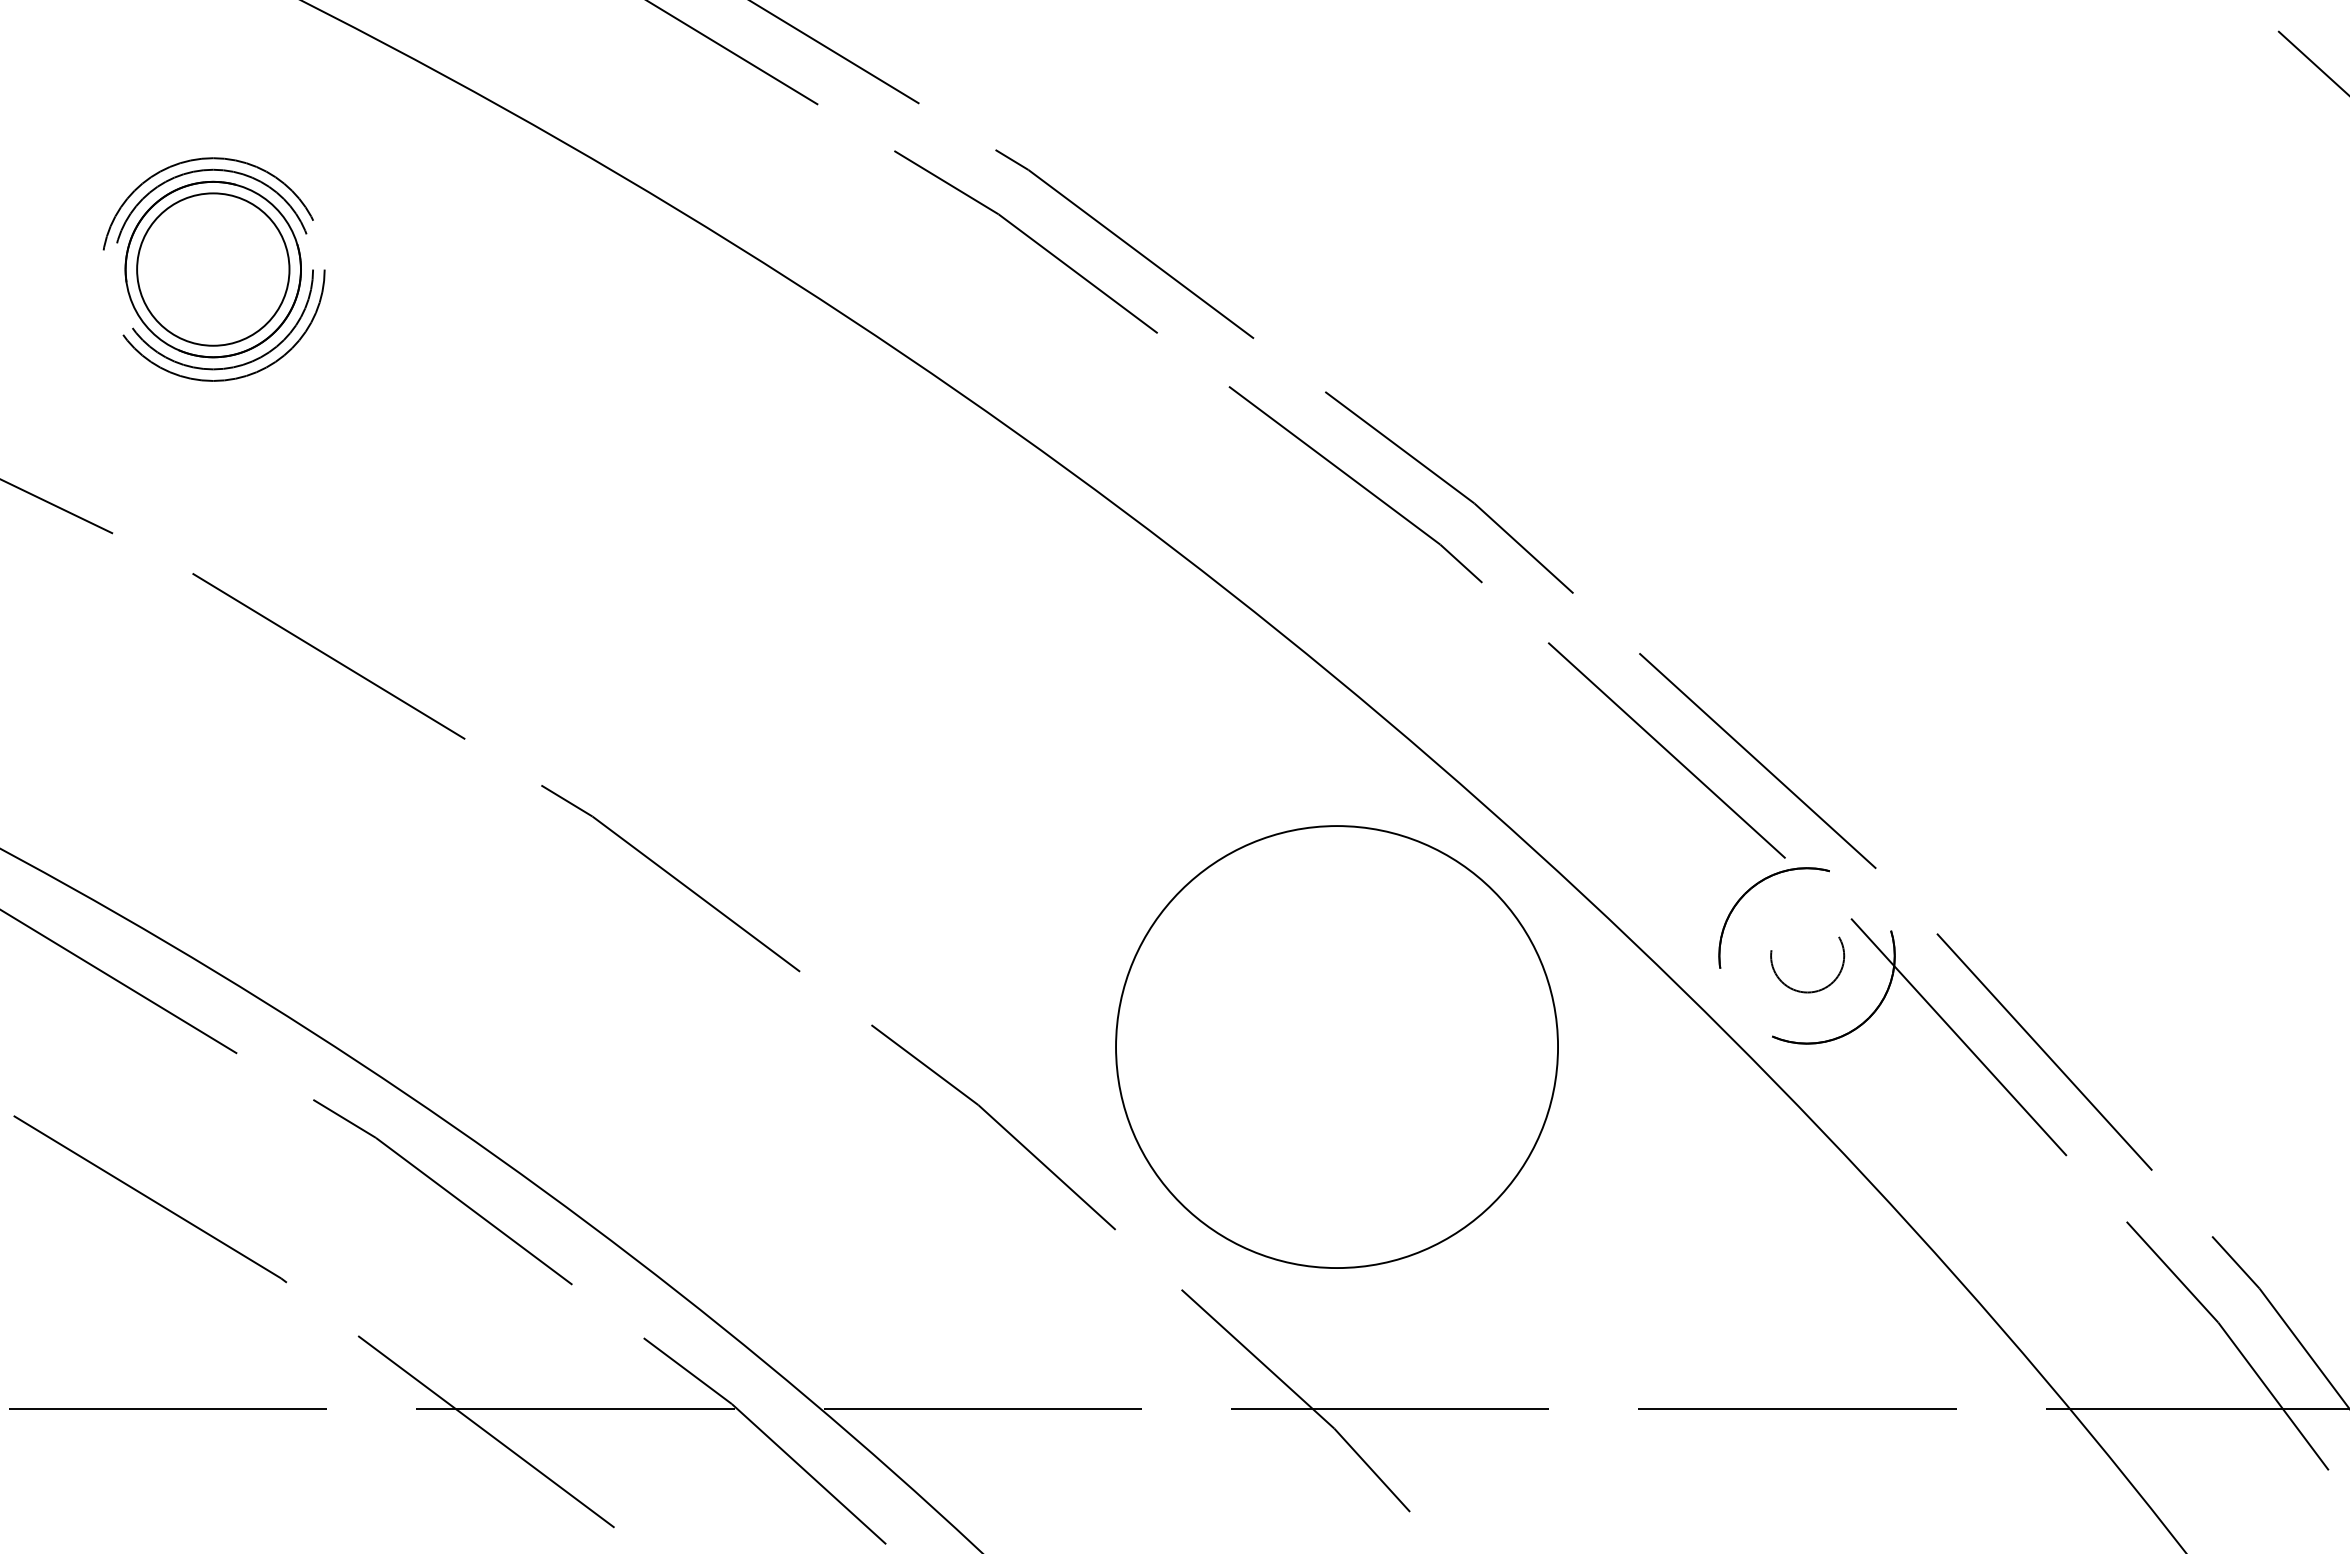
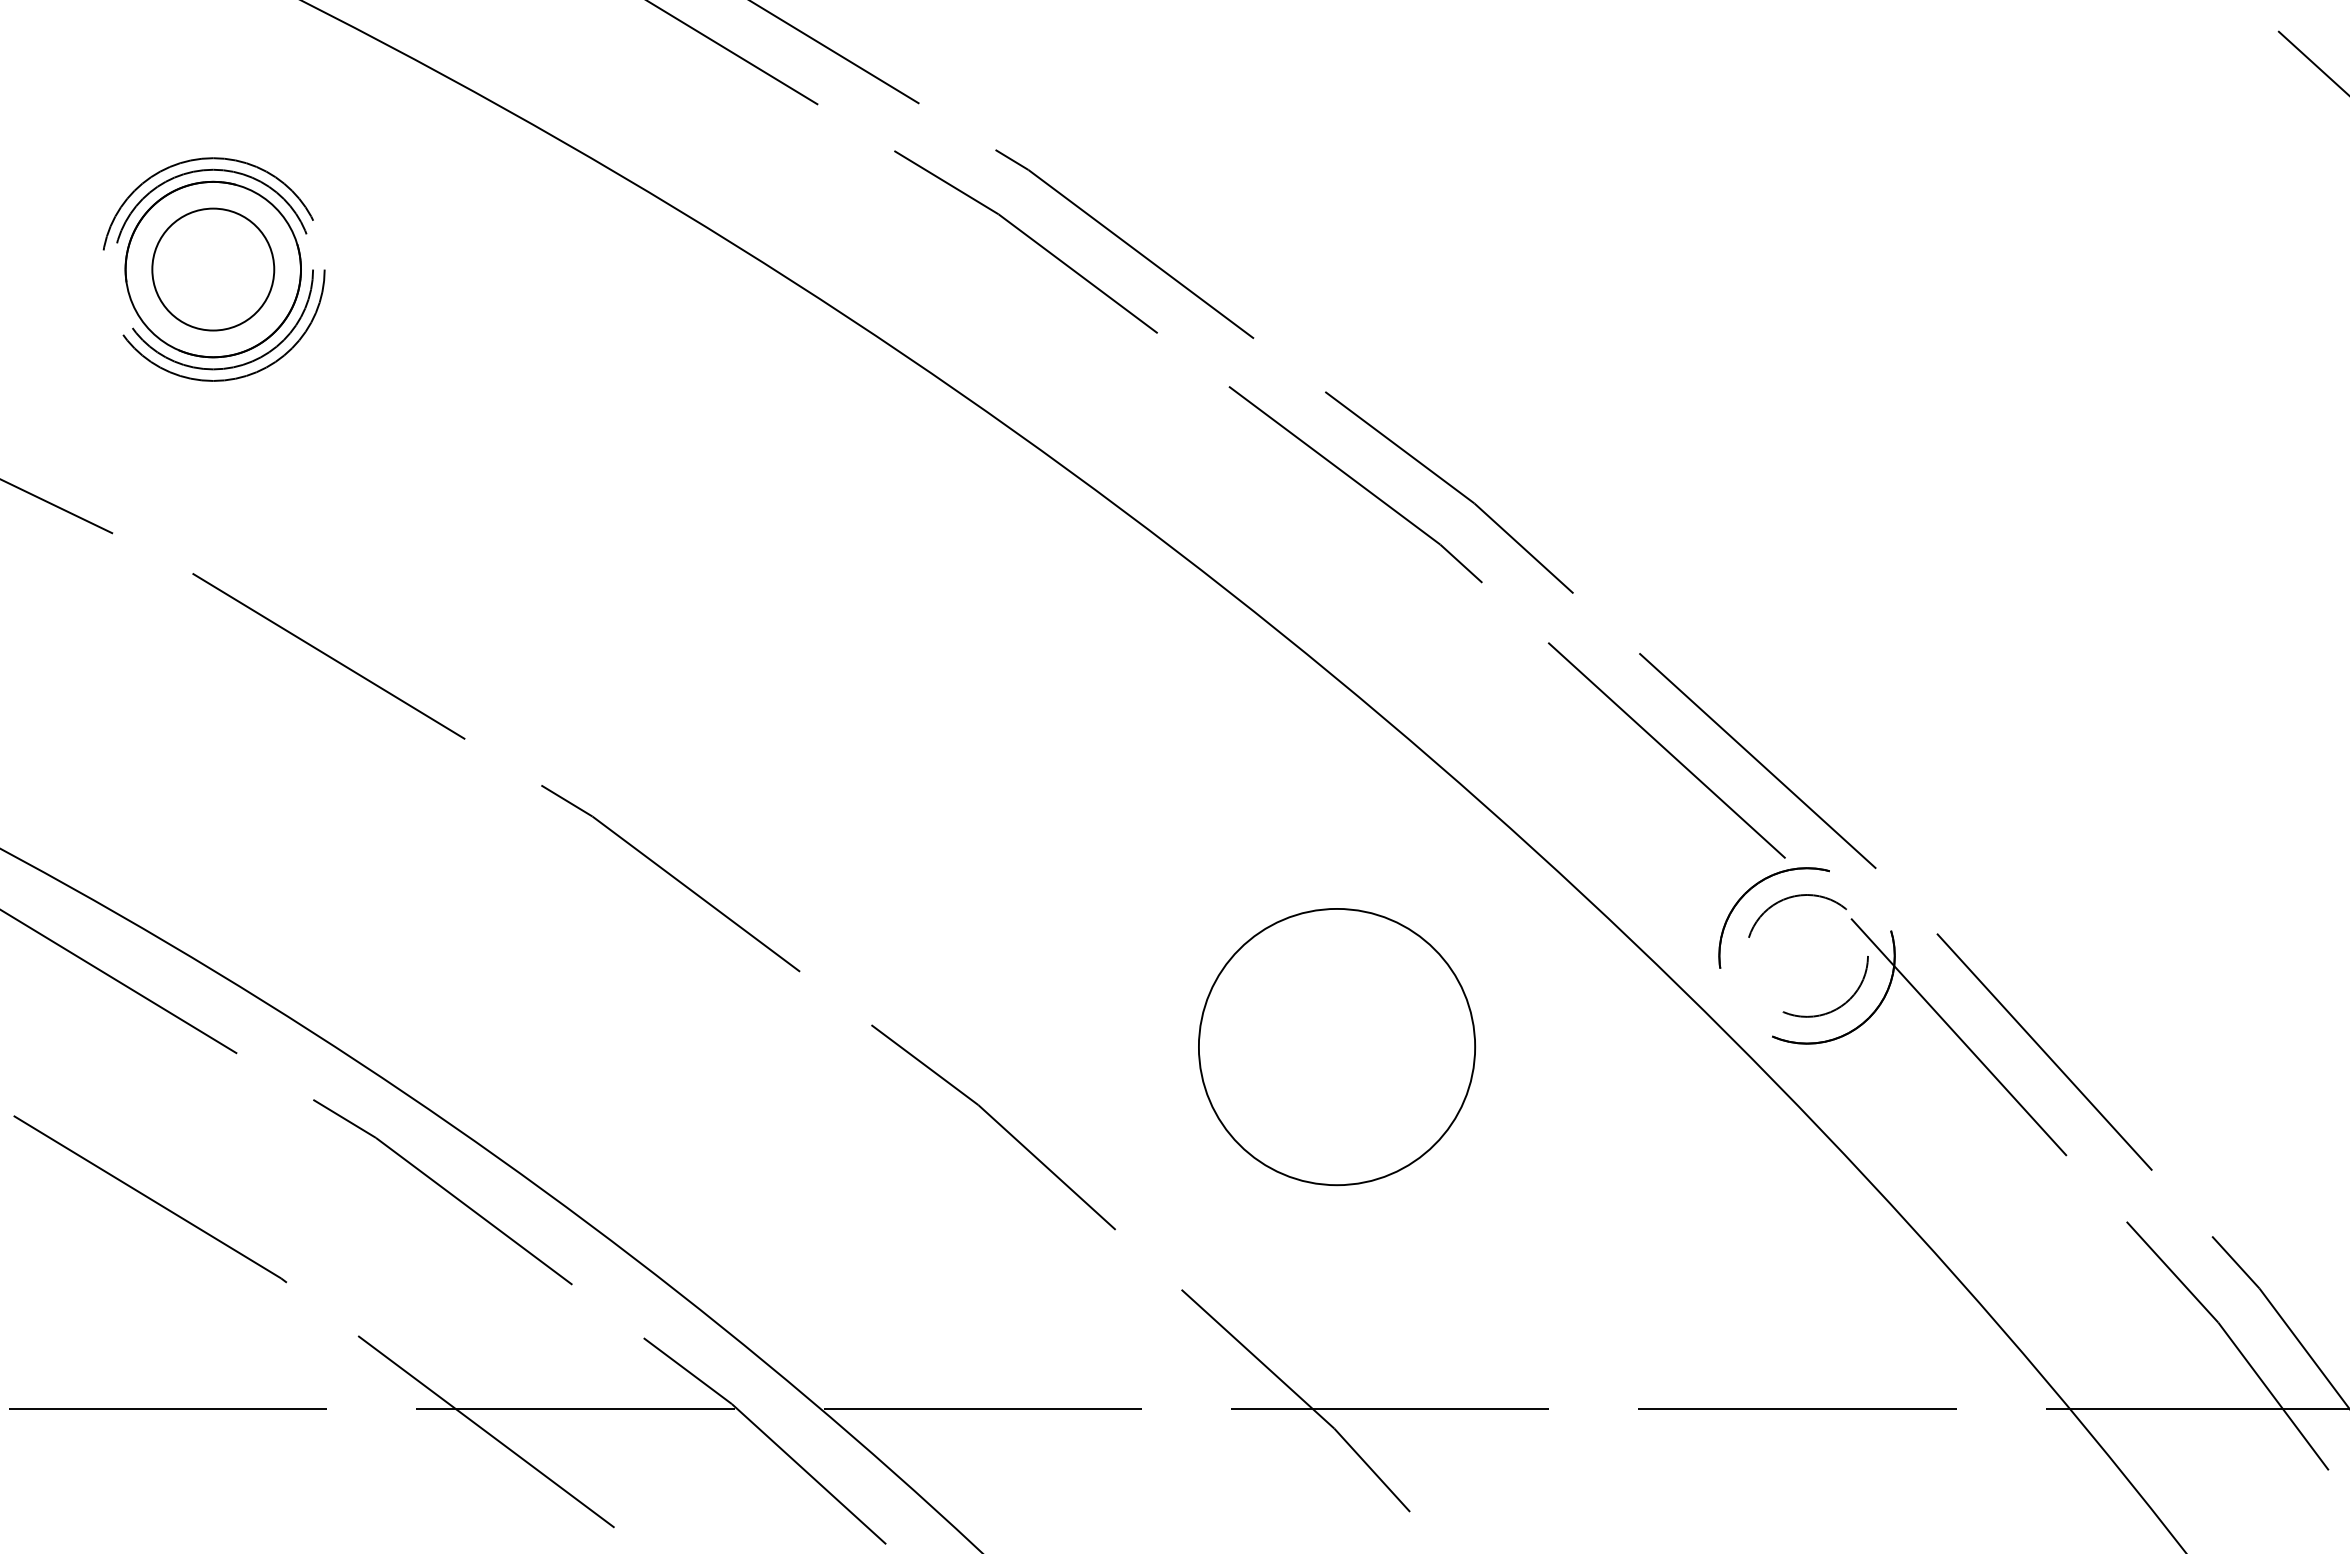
circle at (213, 269) diameter: 152 px -> 122 px
circle at (1807, 964) size: 76x58 px -> 121x124 px
circle at (1337, 1047) diameter: 442 px -> 276 px
